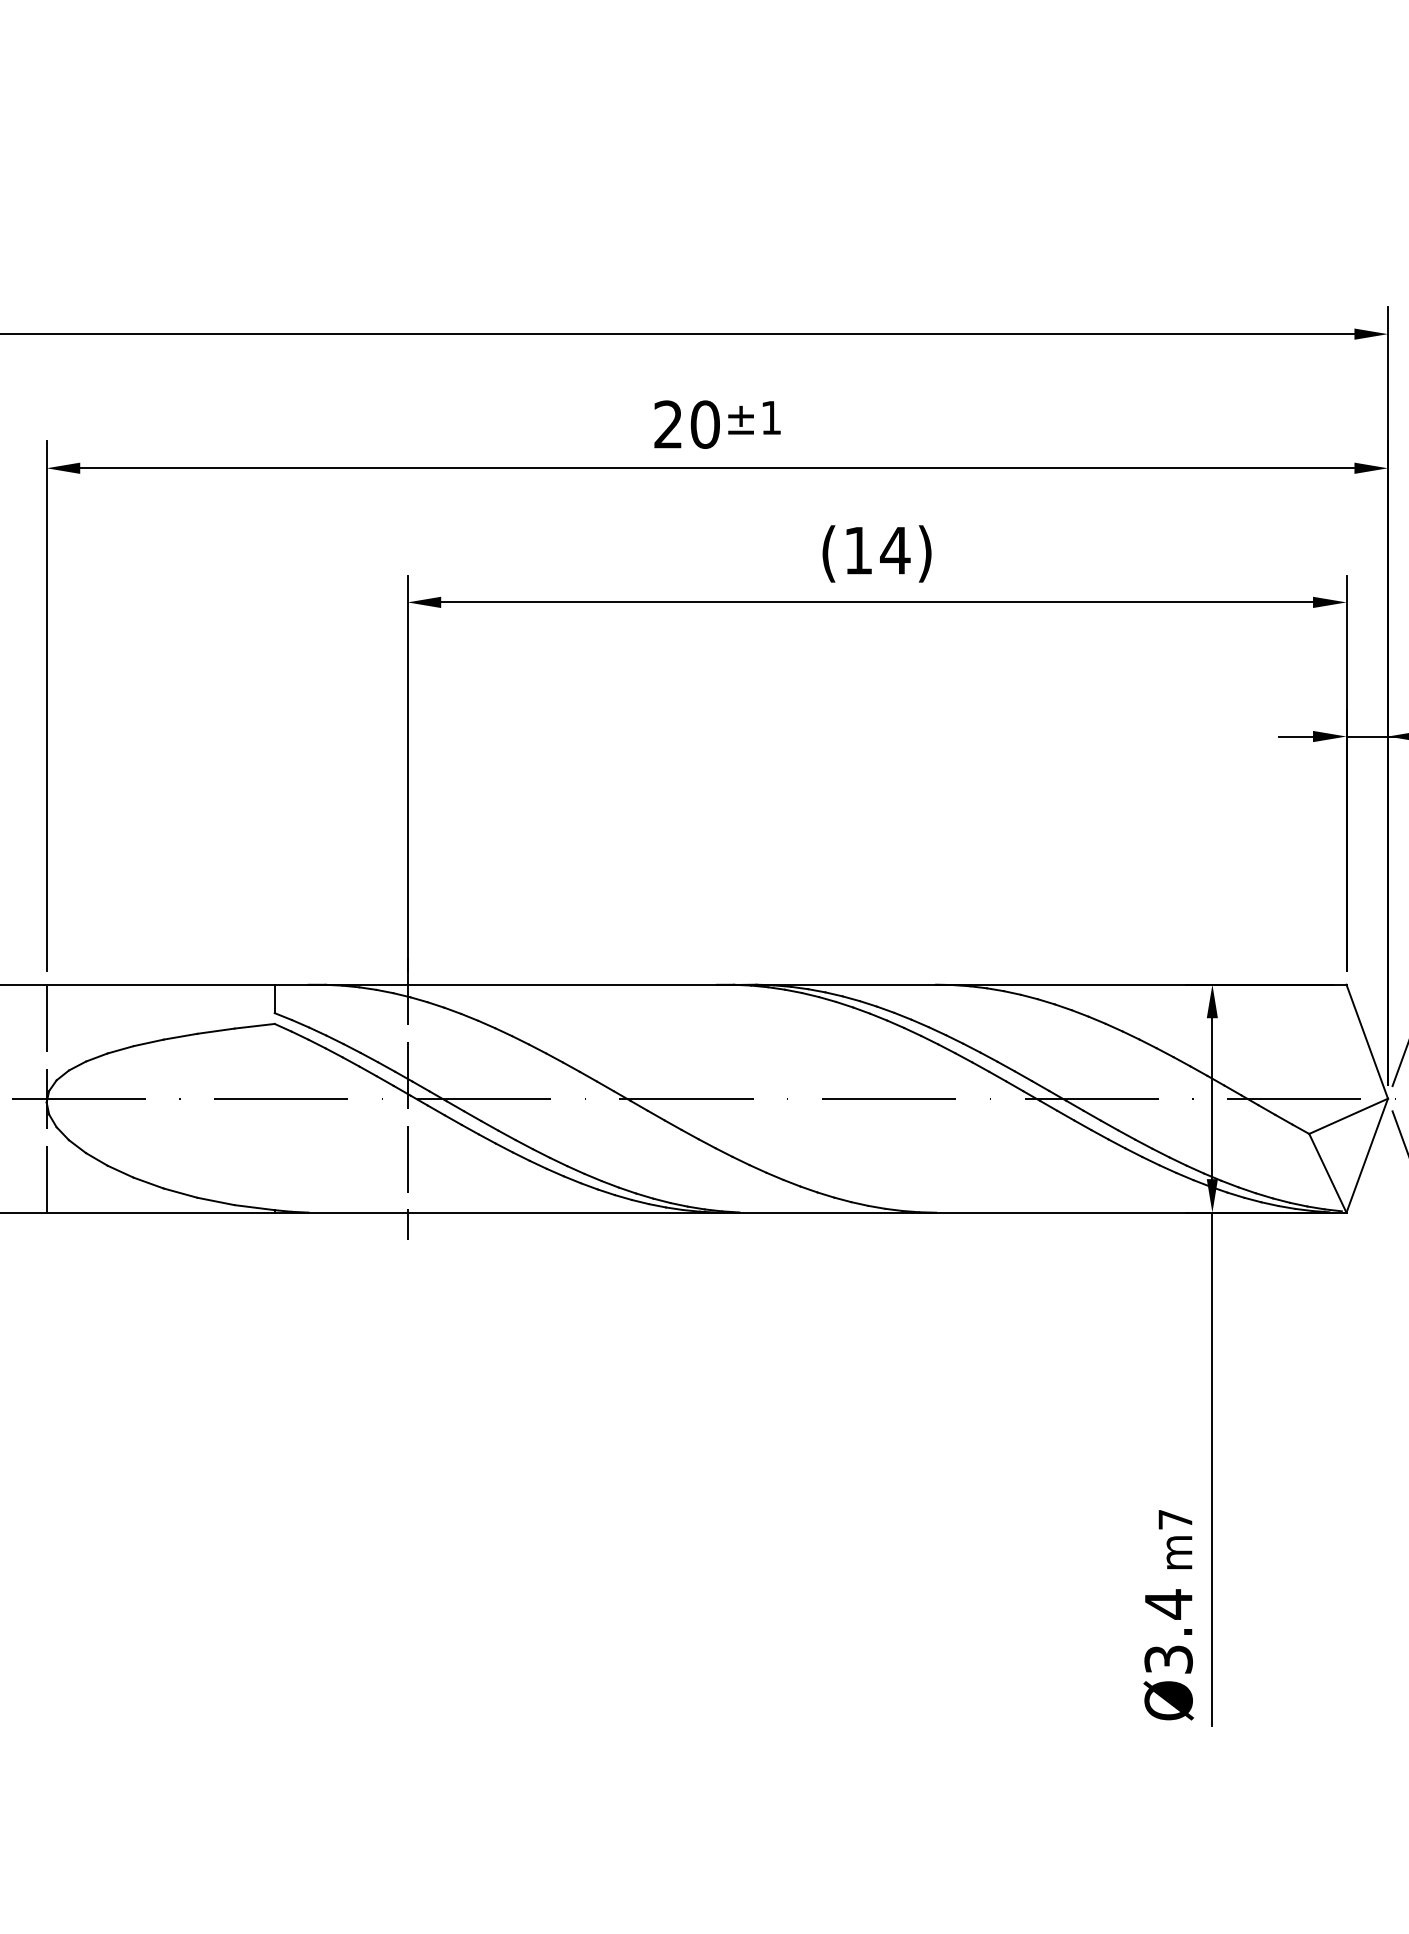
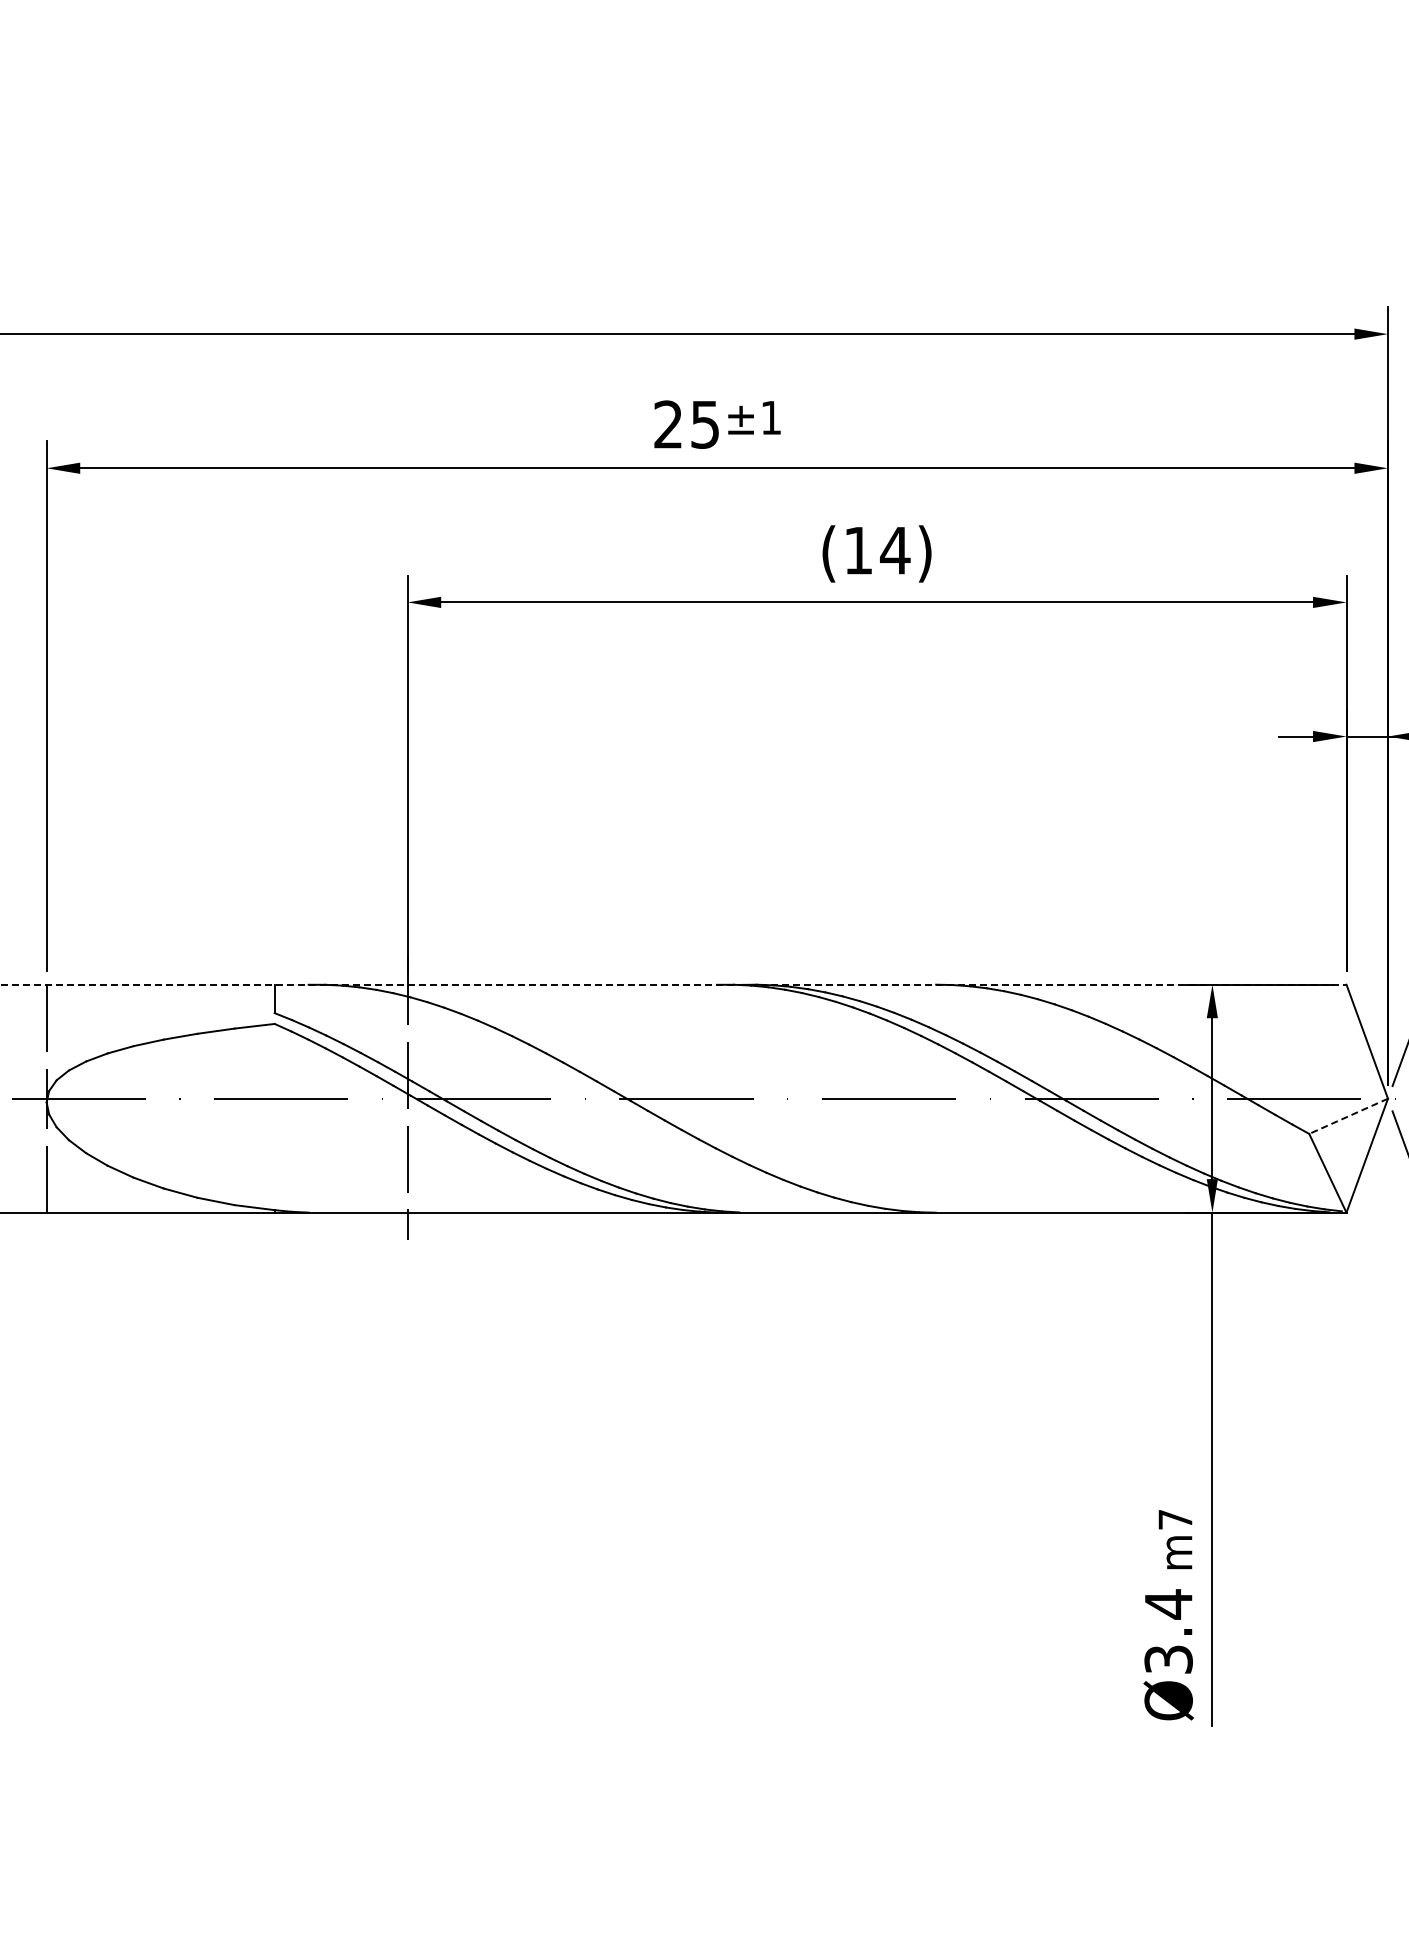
text at (704, 424): 20 -> 25
line at (673, 984): solid -> dashed
line at (1348, 1116): solid -> dashed
